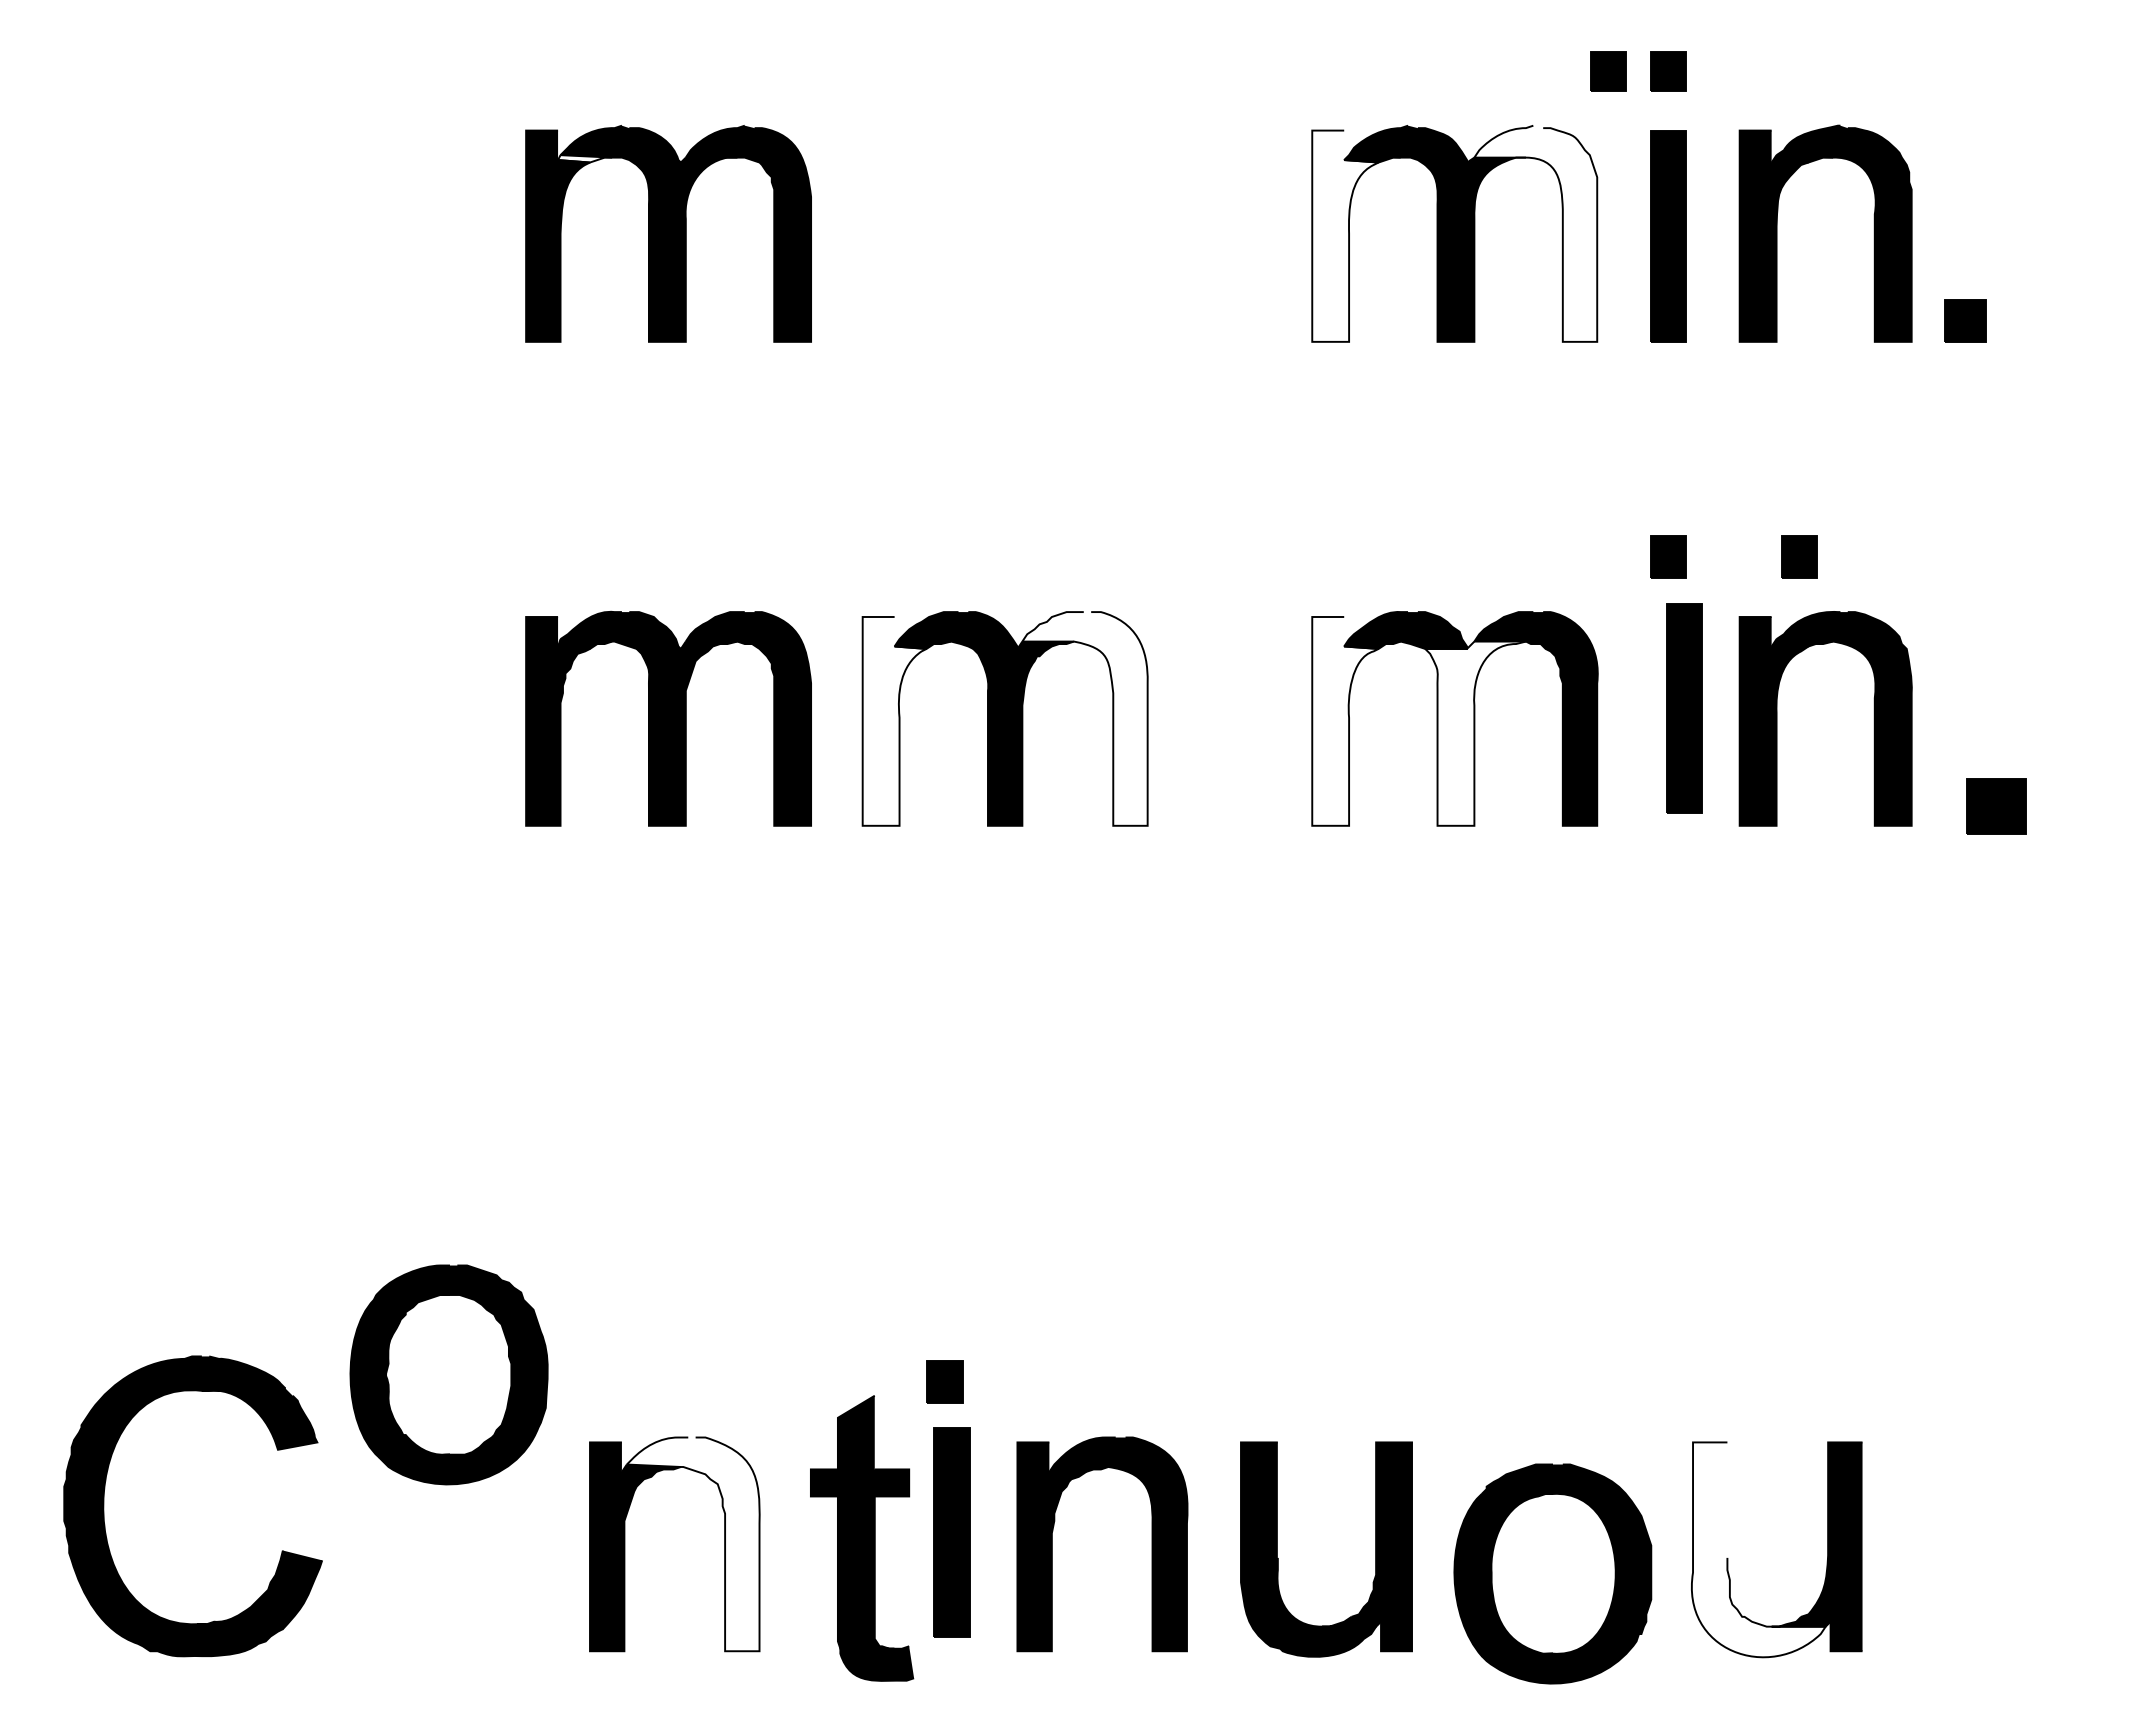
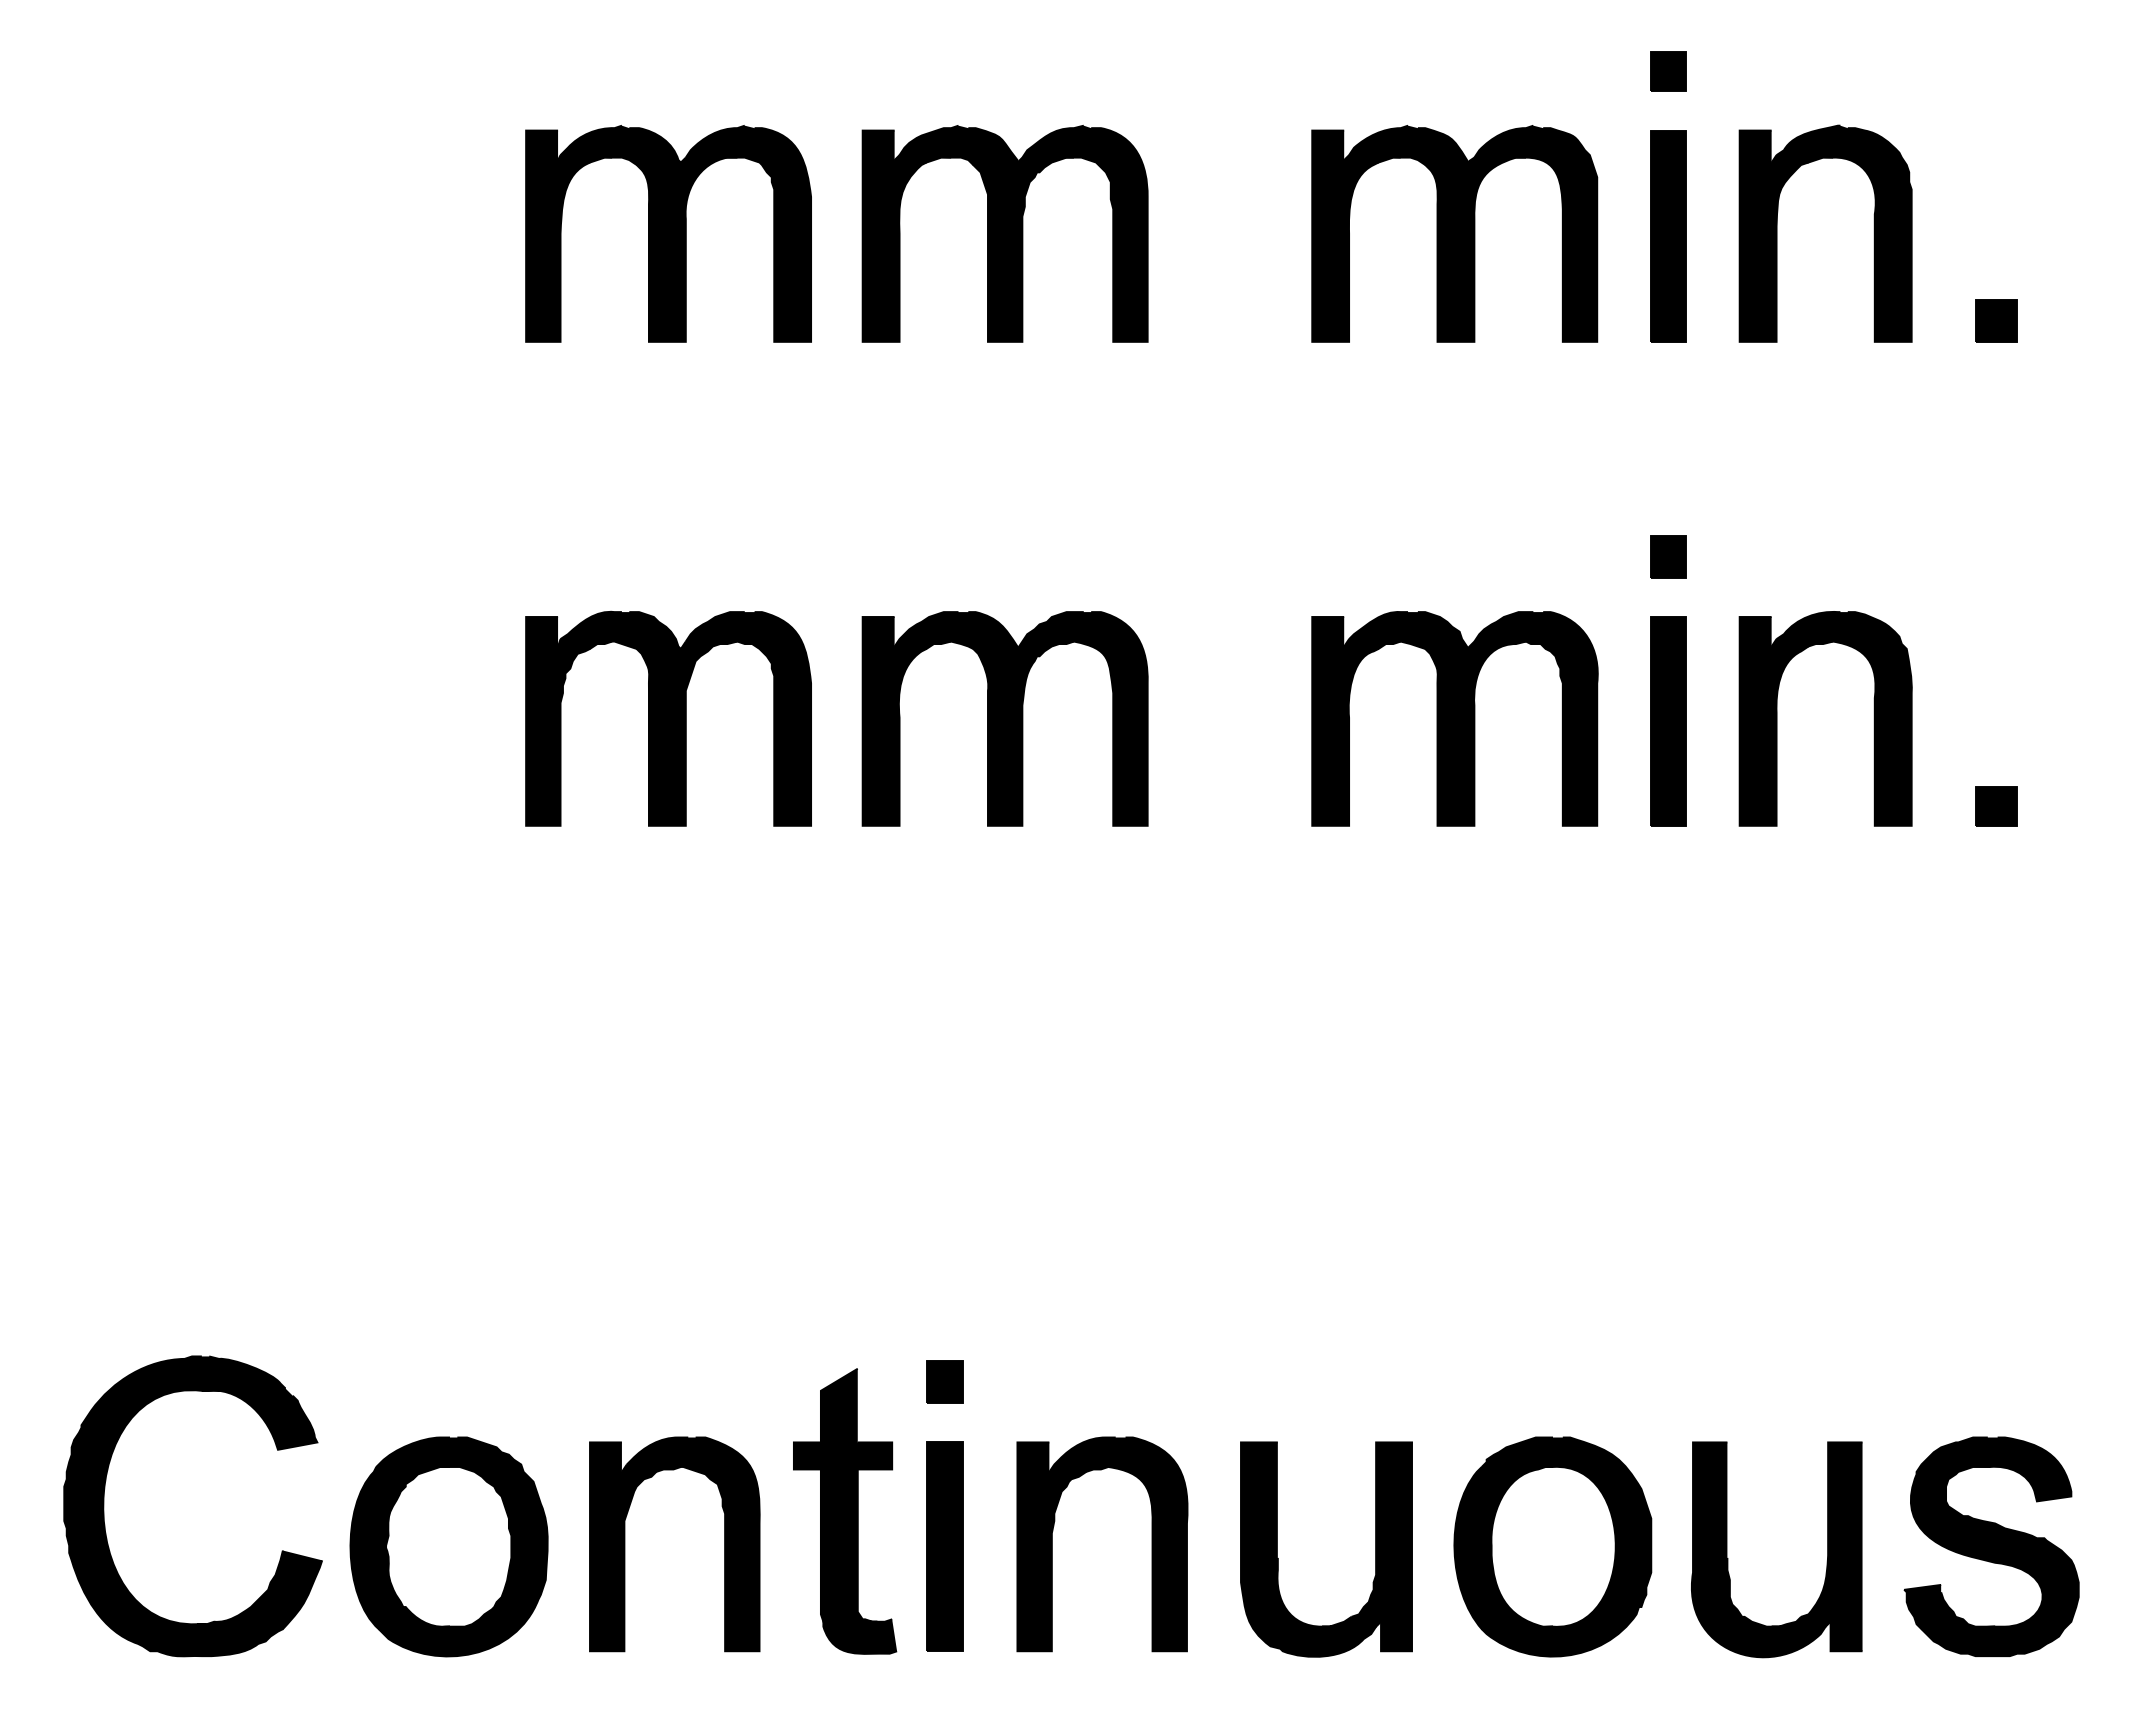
part at (1608, 71): present -> none
fill at (585, 158): none -> present
part at (1004, 233): none -> present
fill at (1535, 233): none -> present
fill at (1345, 235): none -> present
part at (1965, 320) position: (1965, 320) -> (1996, 320)
part at (1799, 556): present -> none
part at (1684, 708) position: (1684, 708) -> (1668, 721)
fill at (1084, 718): none -> present
fill at (894, 721): none -> present
fill at (1345, 721): none -> present
fill at (1475, 733): none -> present
part at (1996, 806) size: 61x57 px -> 43x41 px
part at (448, 1374) position: (448, 1374) -> (448, 1546)
part at (951, 1532) position: (951, 1532) -> (944, 1546)
part at (862, 1538) position: (862, 1538) -> (845, 1511)
fill at (692, 1544): none -> present
part at (1991, 1546): none -> present
fill at (1758, 1549): none -> present
part at (1552, 1573) position: (1552, 1573) -> (1552, 1546)
